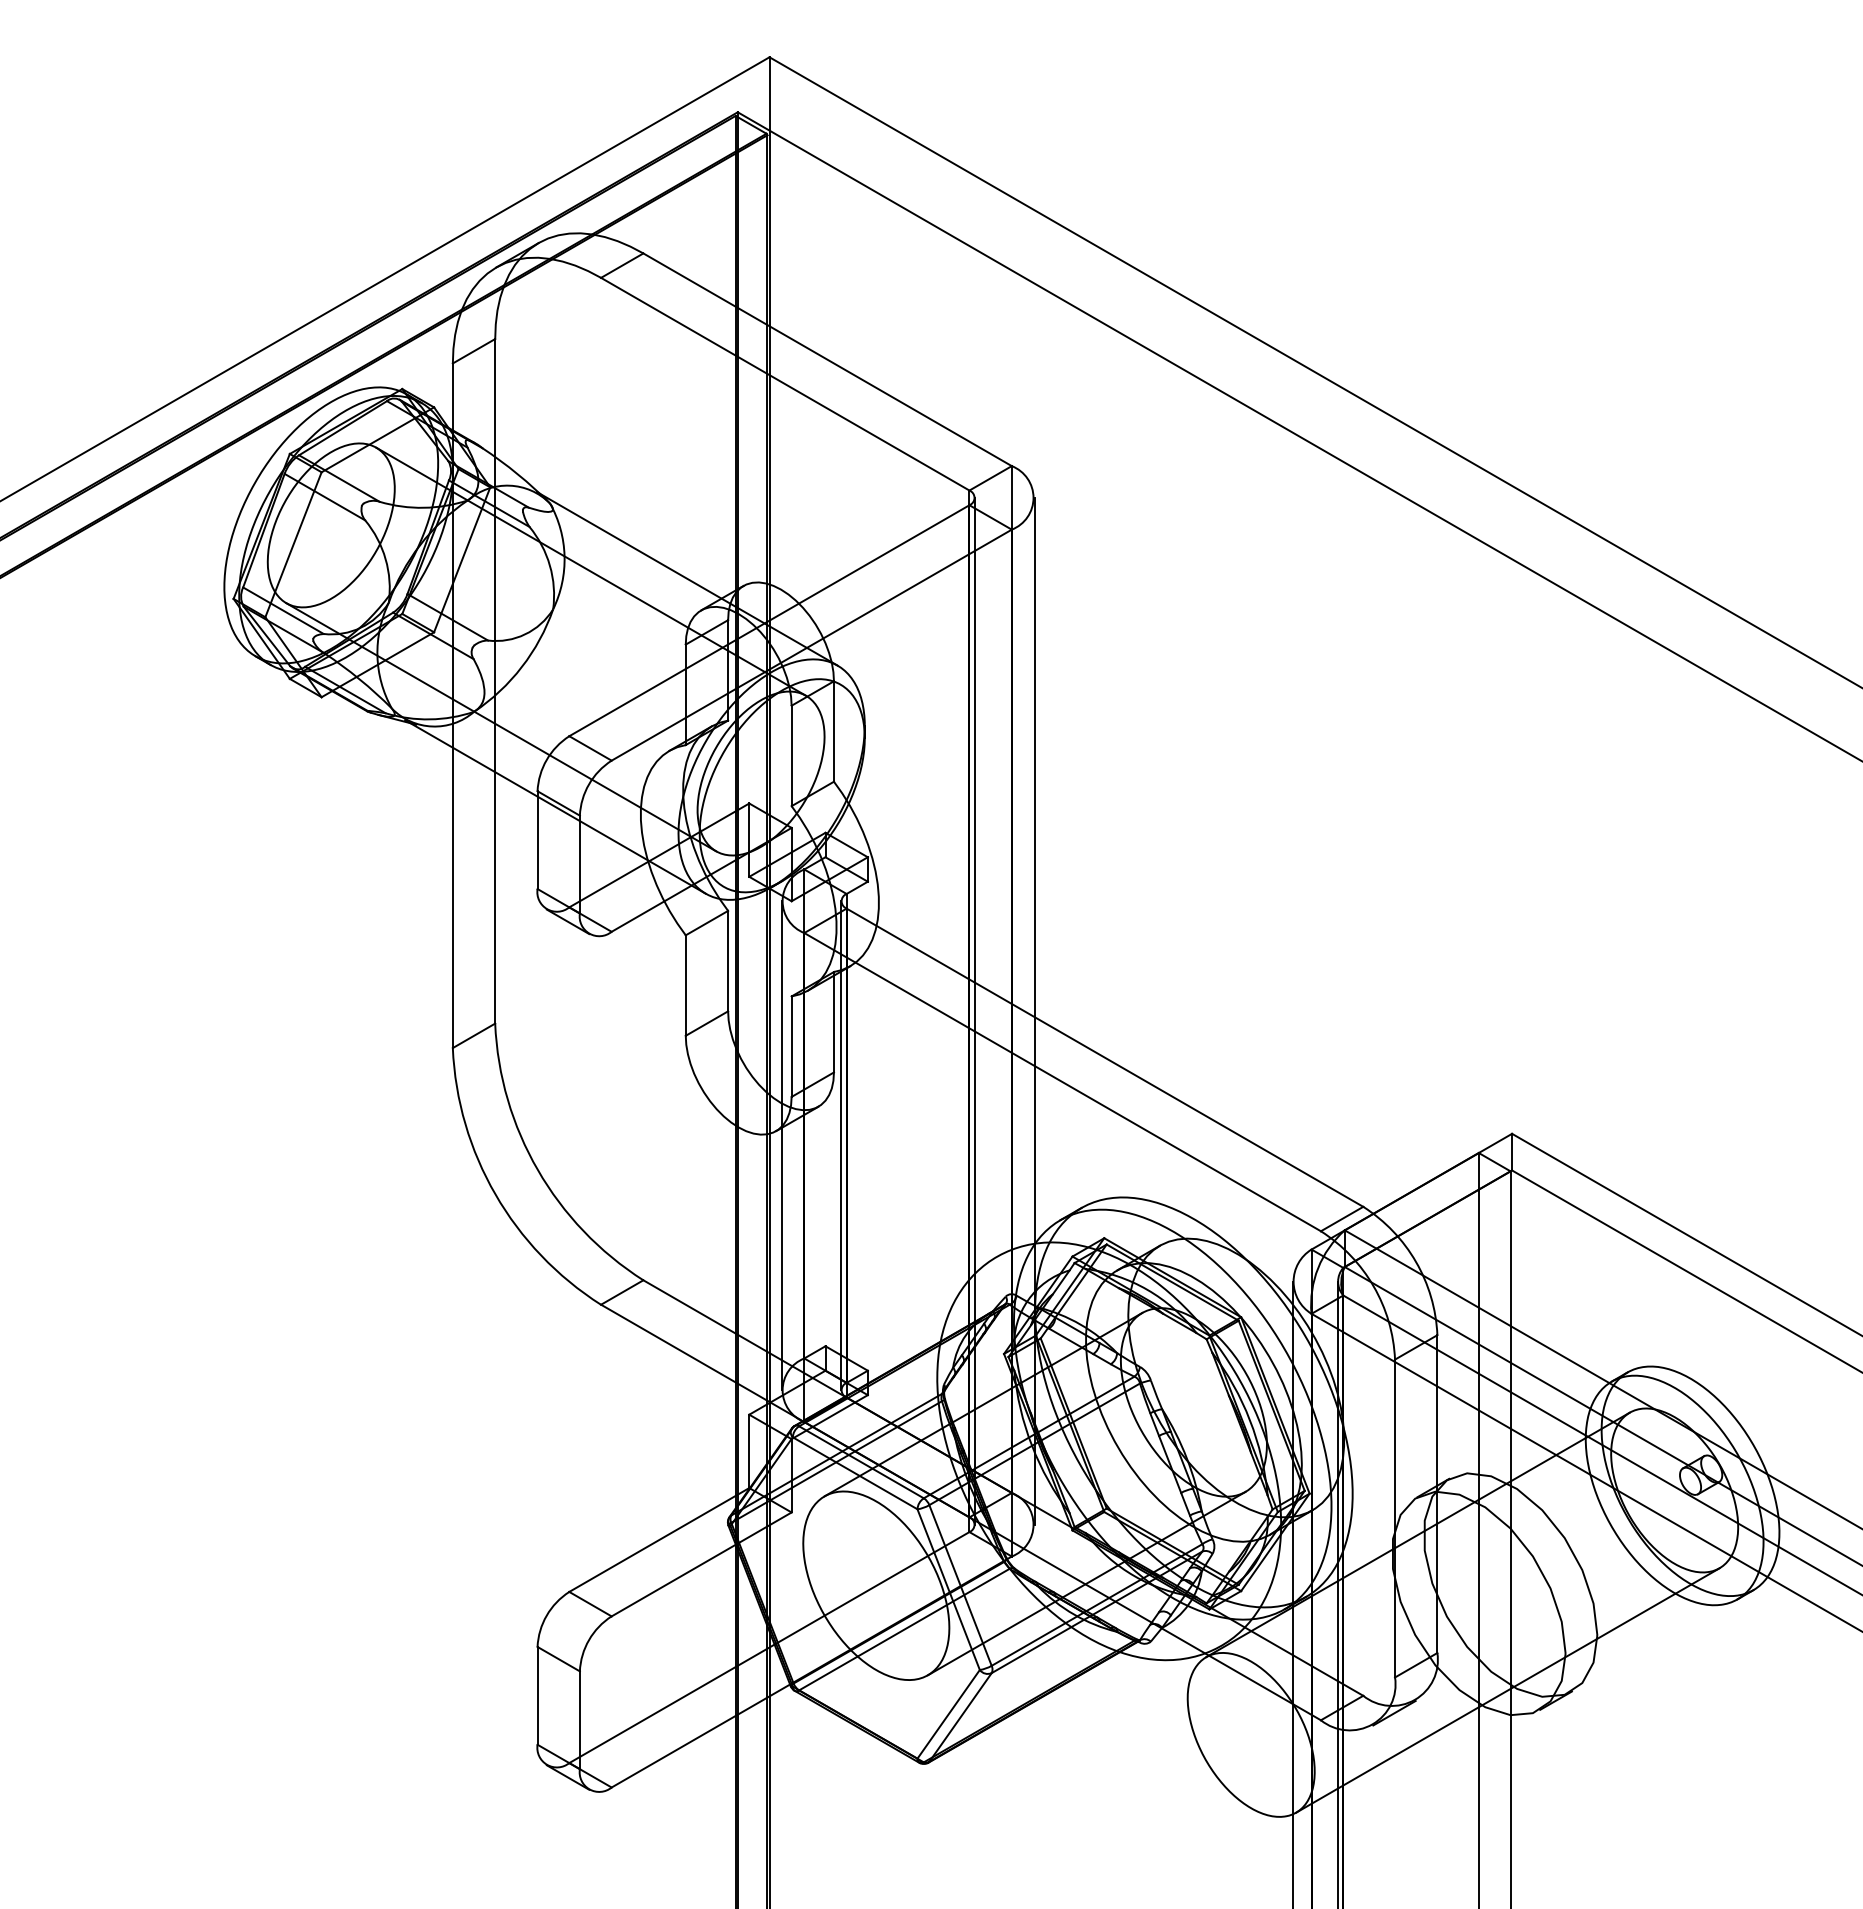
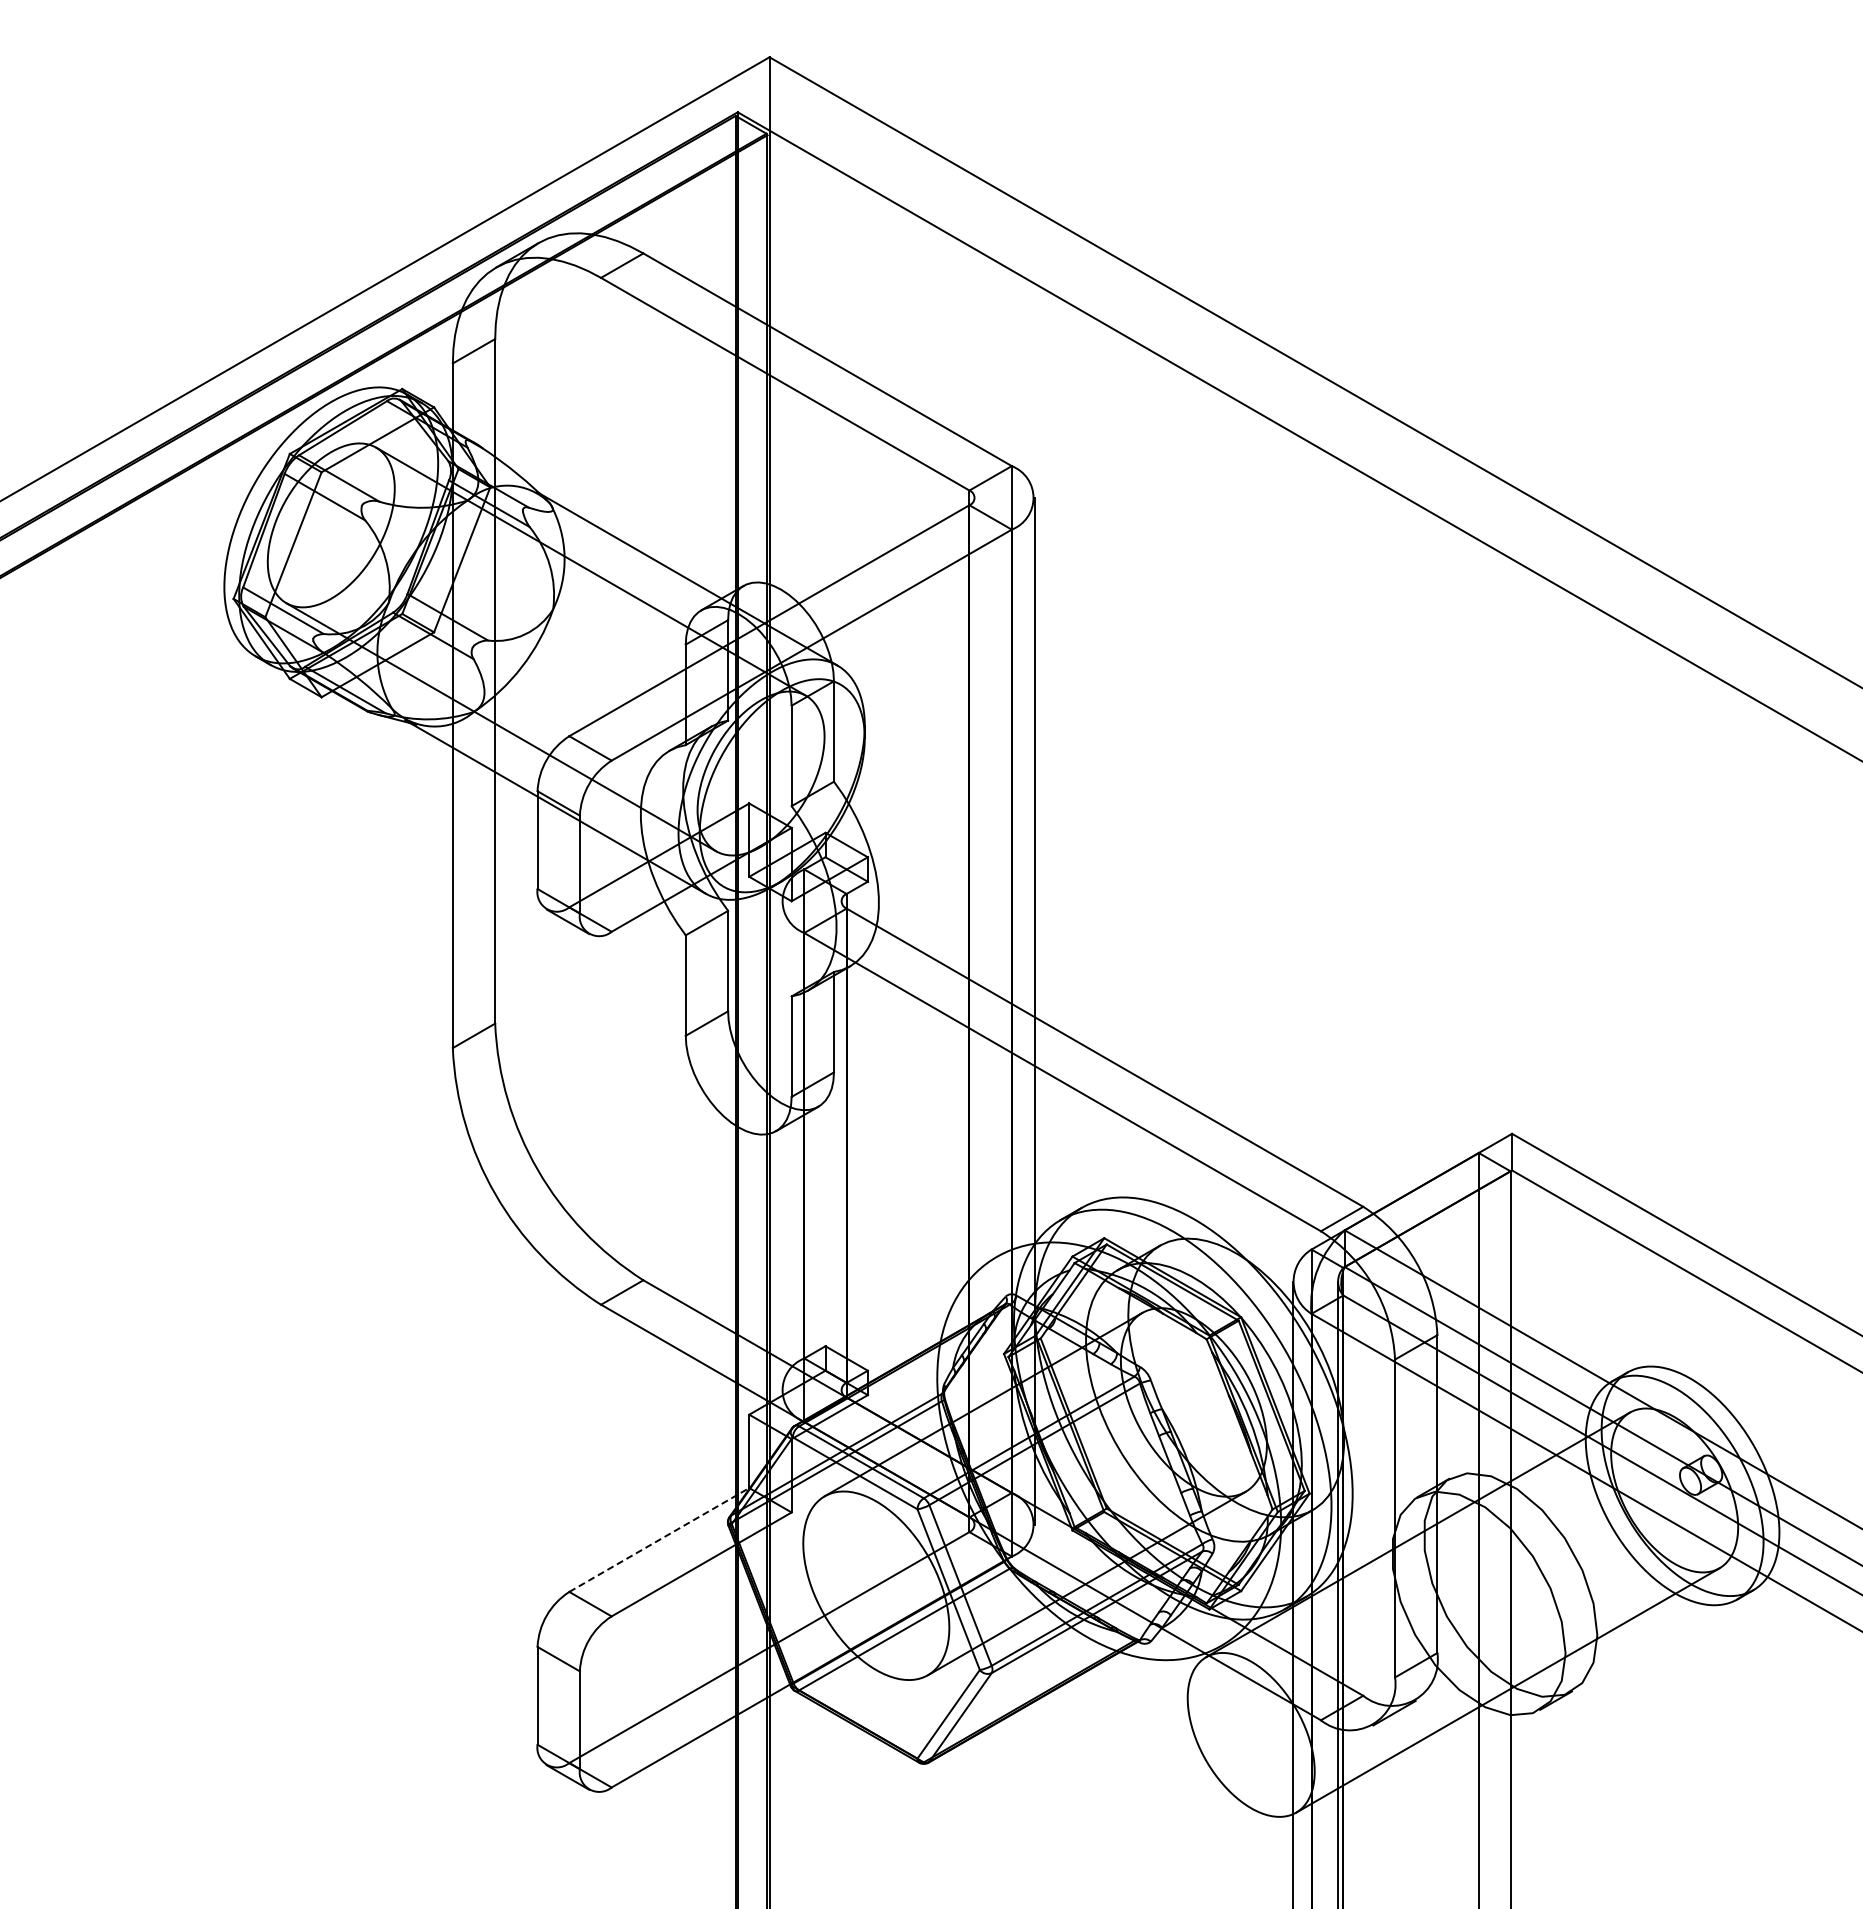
line at (974, 1010): present -> none
line at (781, 1145): present -> none
line at (841, 1145): present -> none
line at (659, 1539): solid -> dashed
